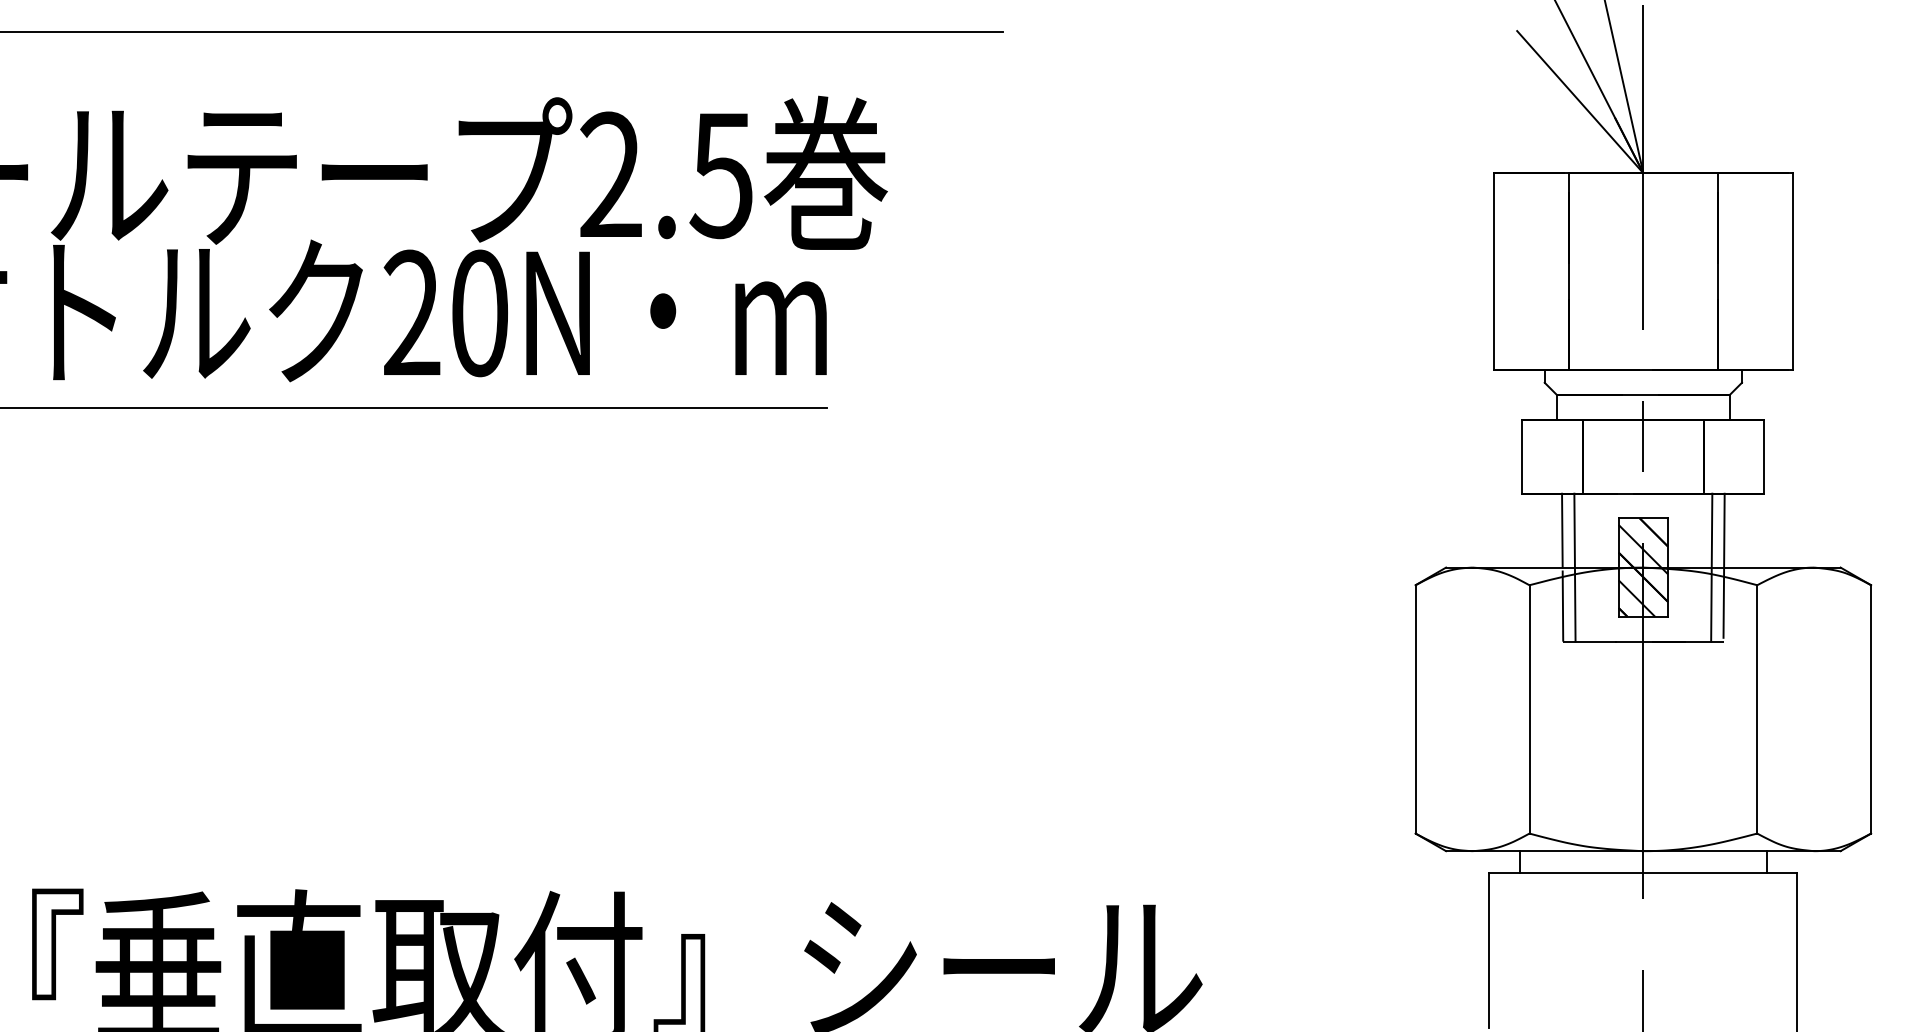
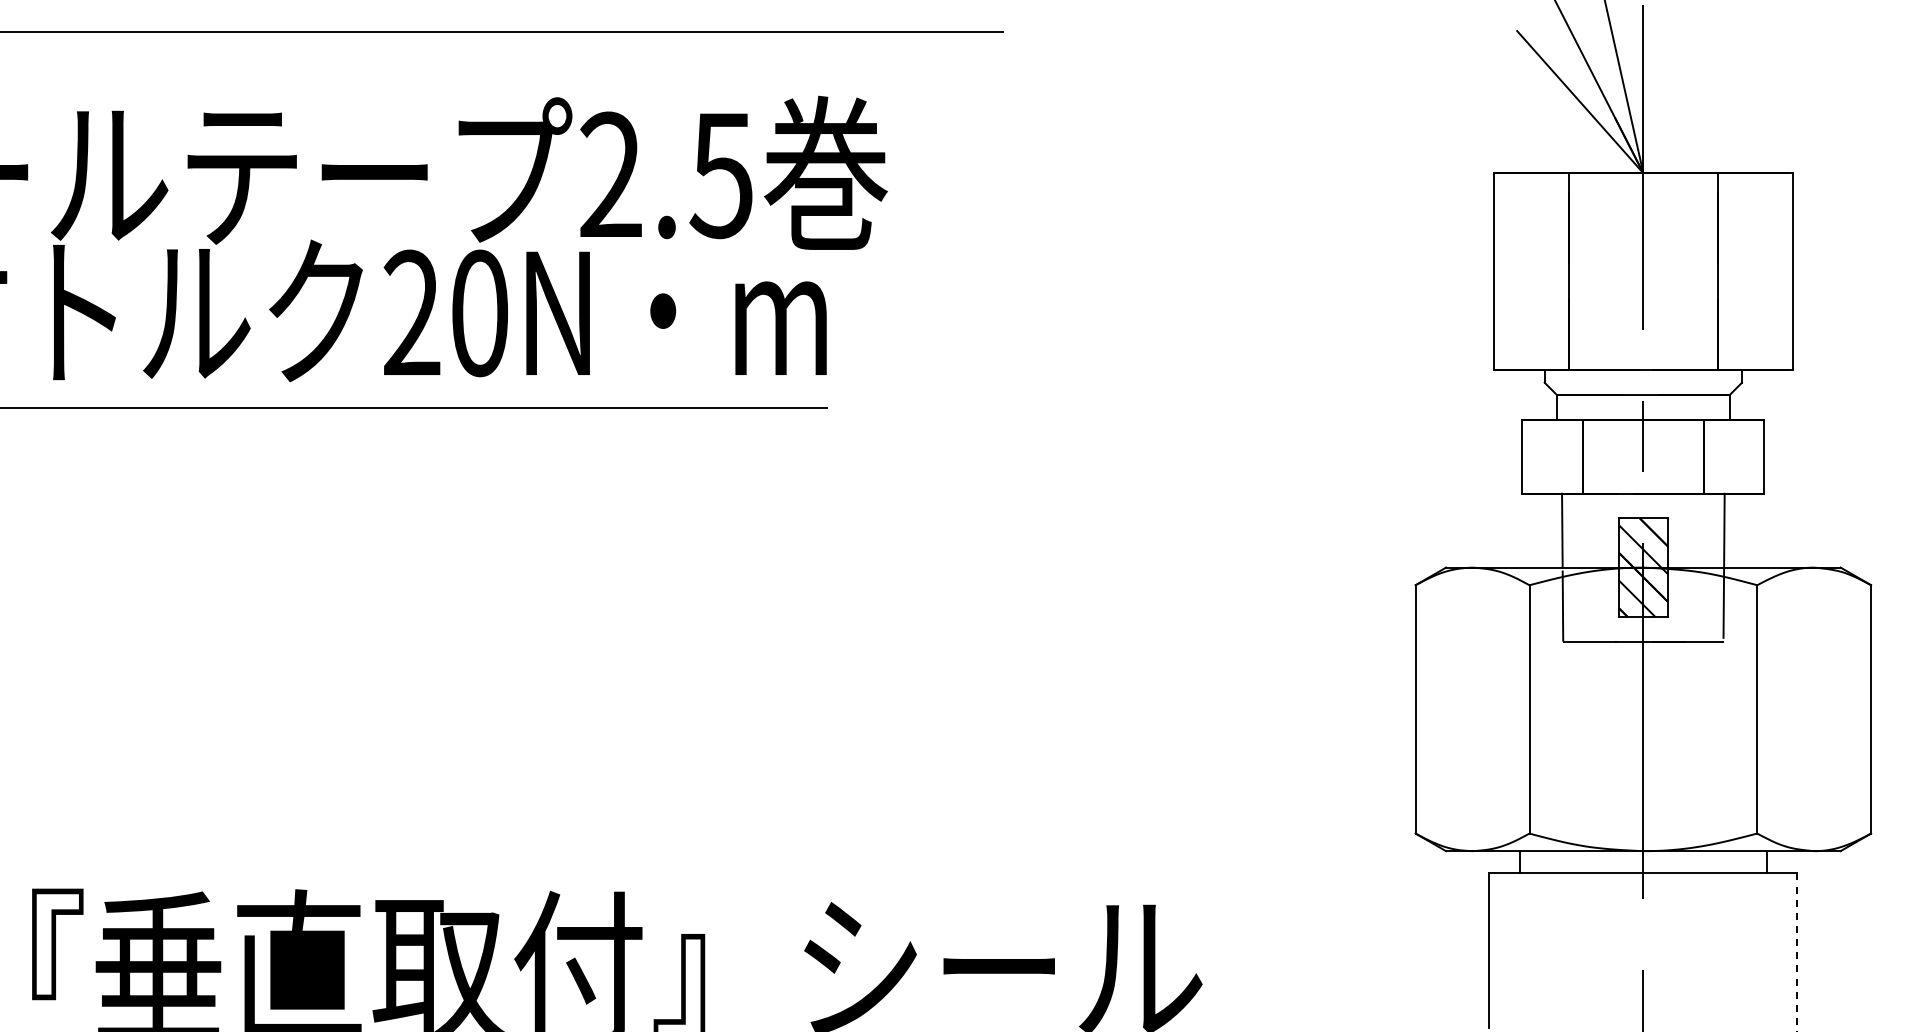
line at (1574, 567): present -> none
line at (1711, 567): present -> none
line at (1797, 952): solid -> dashed
